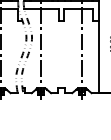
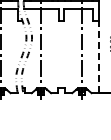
line at (98, 56): solid -> dashed
